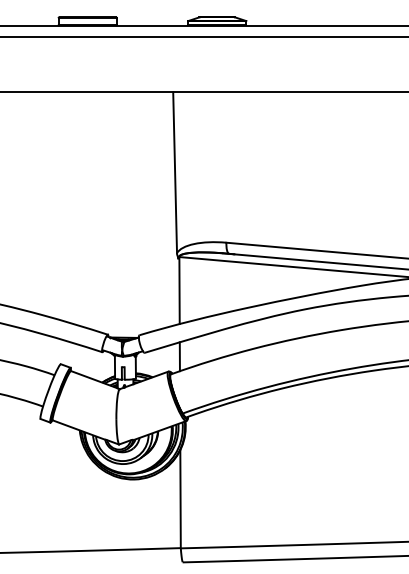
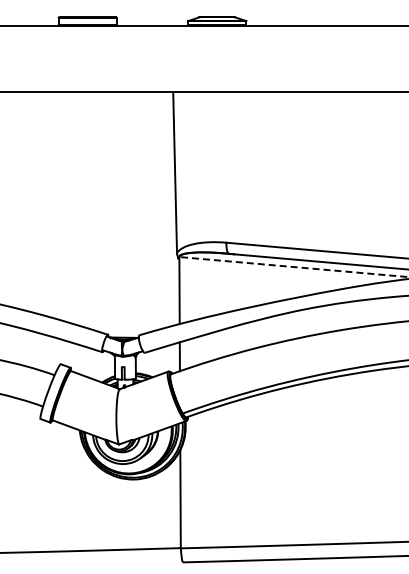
line at (203, 36): present -> none
line at (293, 267): solid -> dashed
